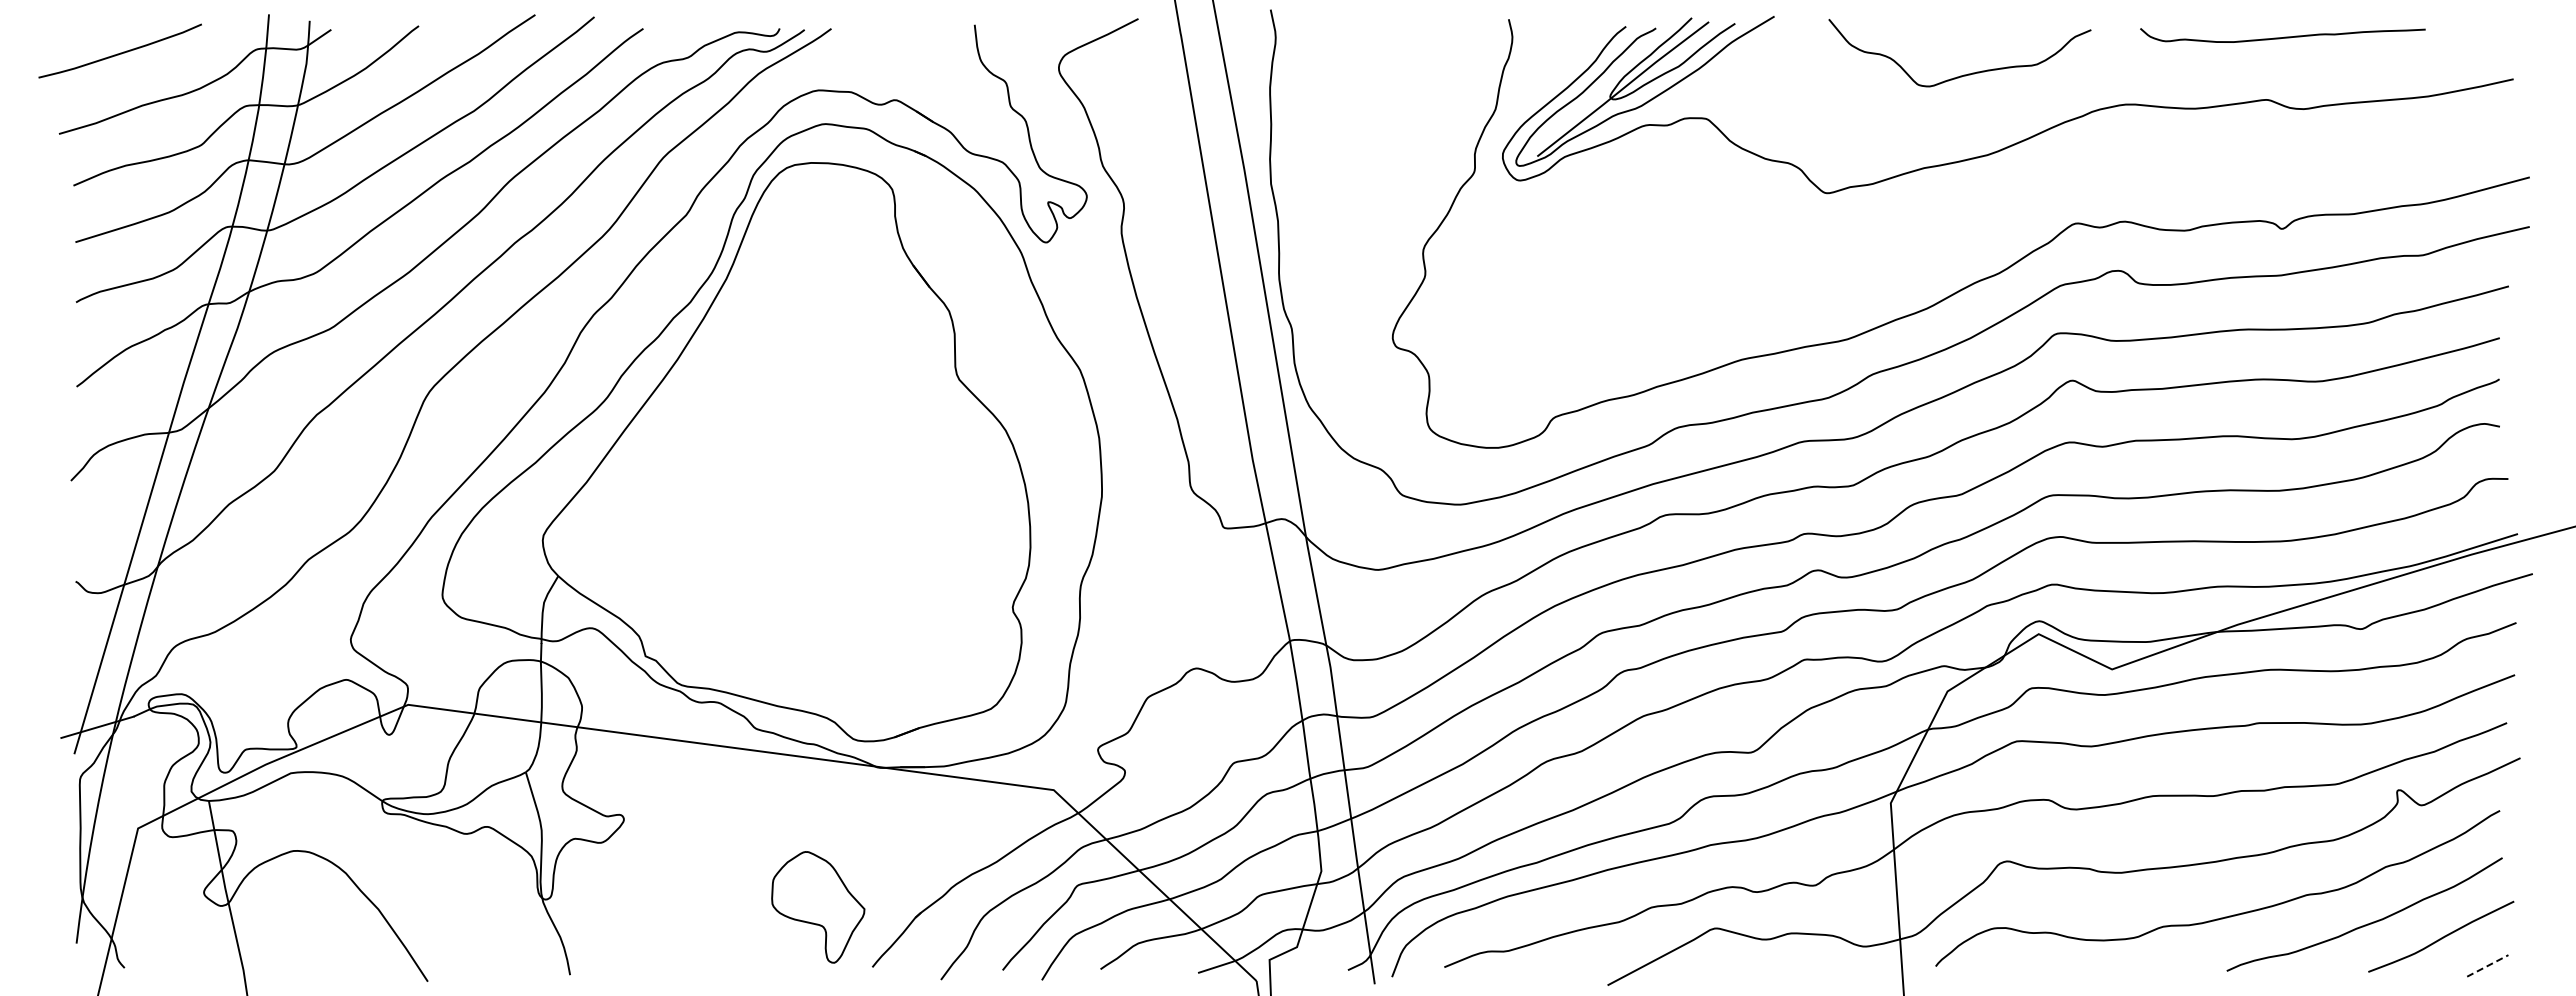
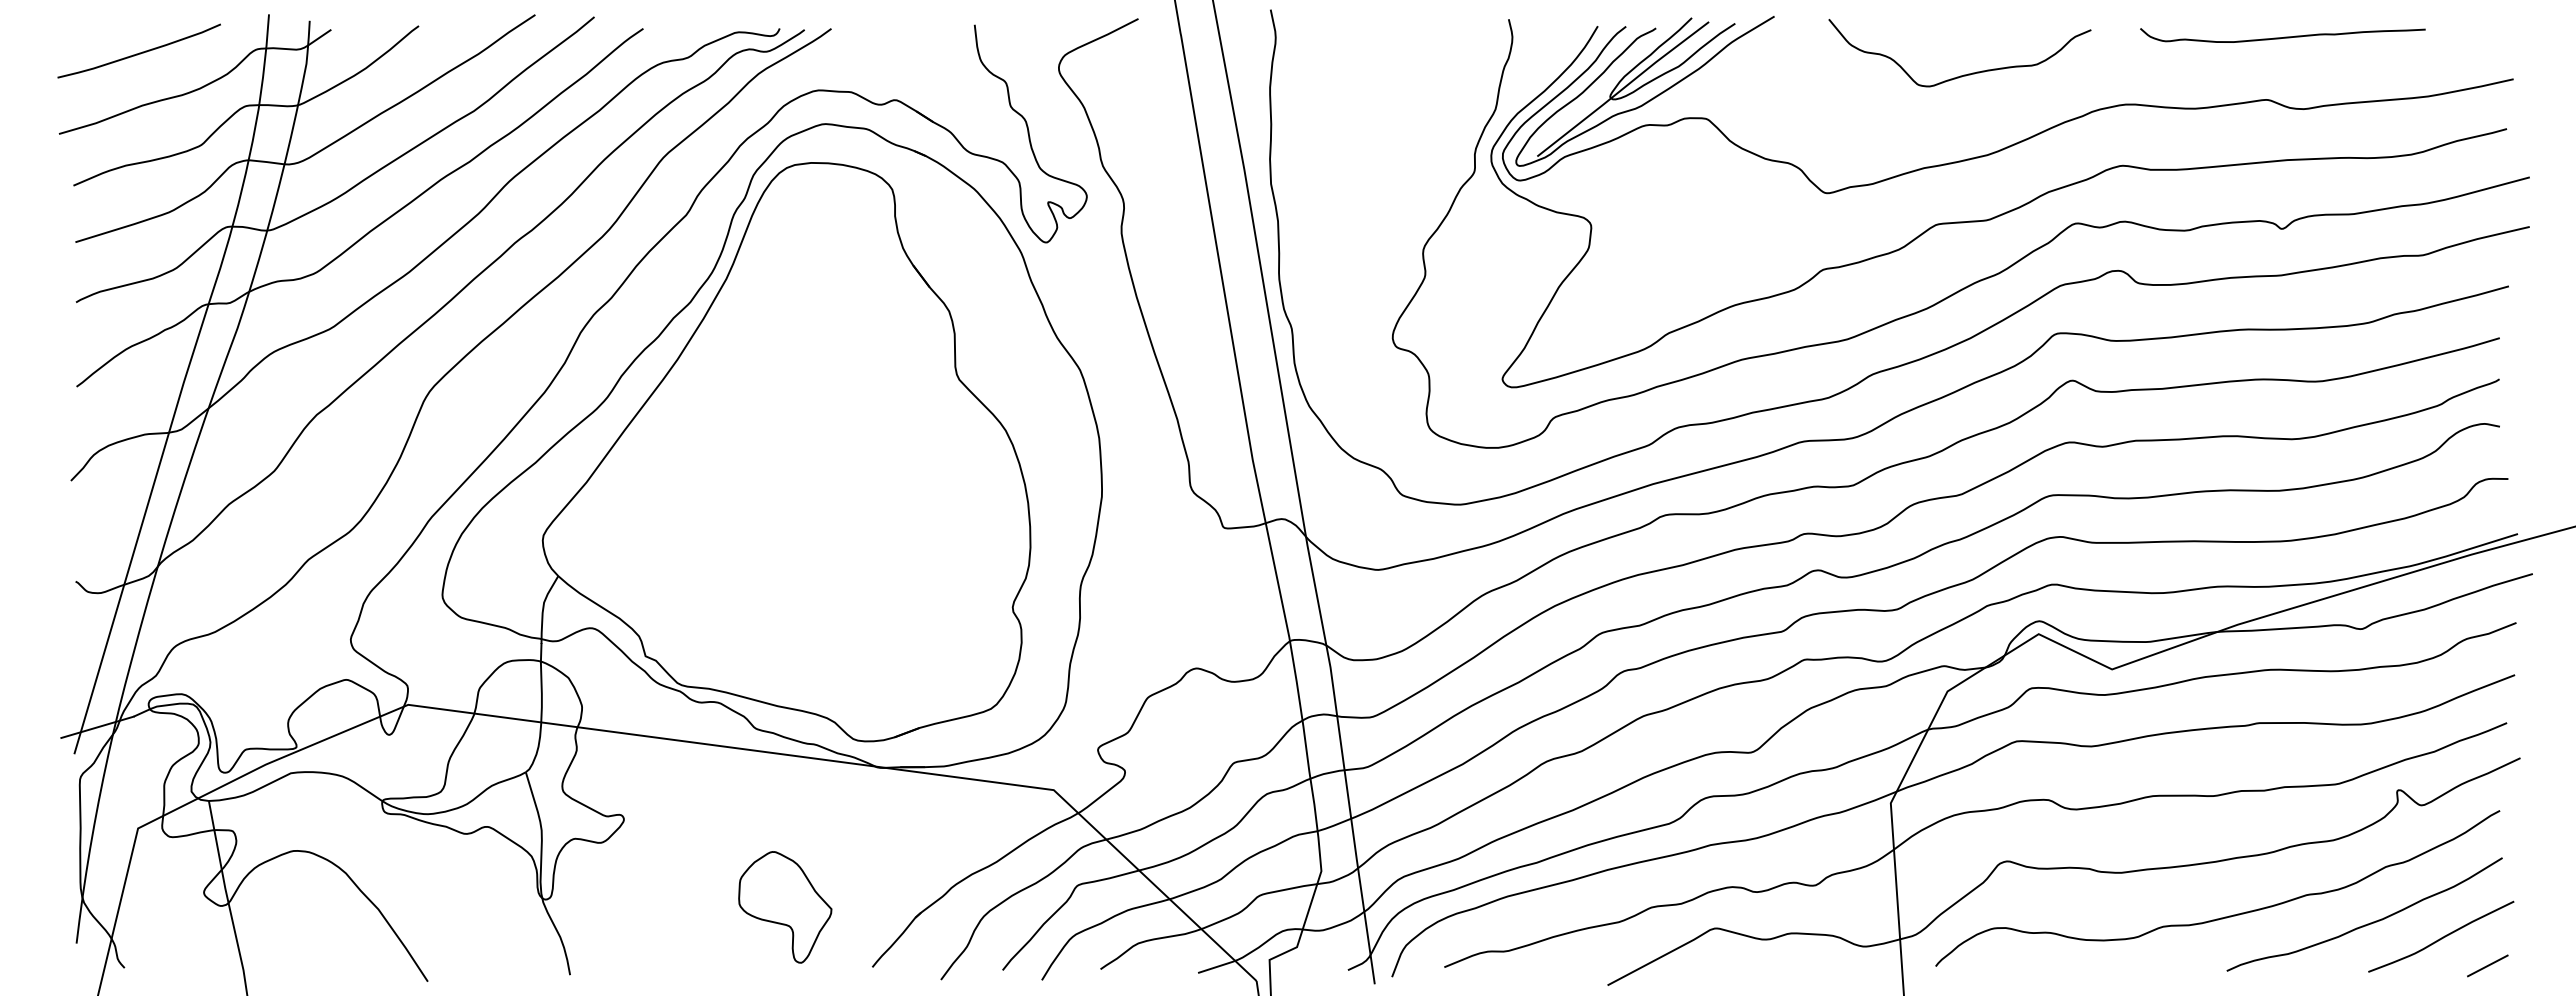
curve at (120, 52) position: (120, 52) -> (139, 52)
curve at (2001, 213): none -> present
part at (818, 907) position: (818, 907) -> (785, 907)
line at (2488, 965): dashed -> solid
